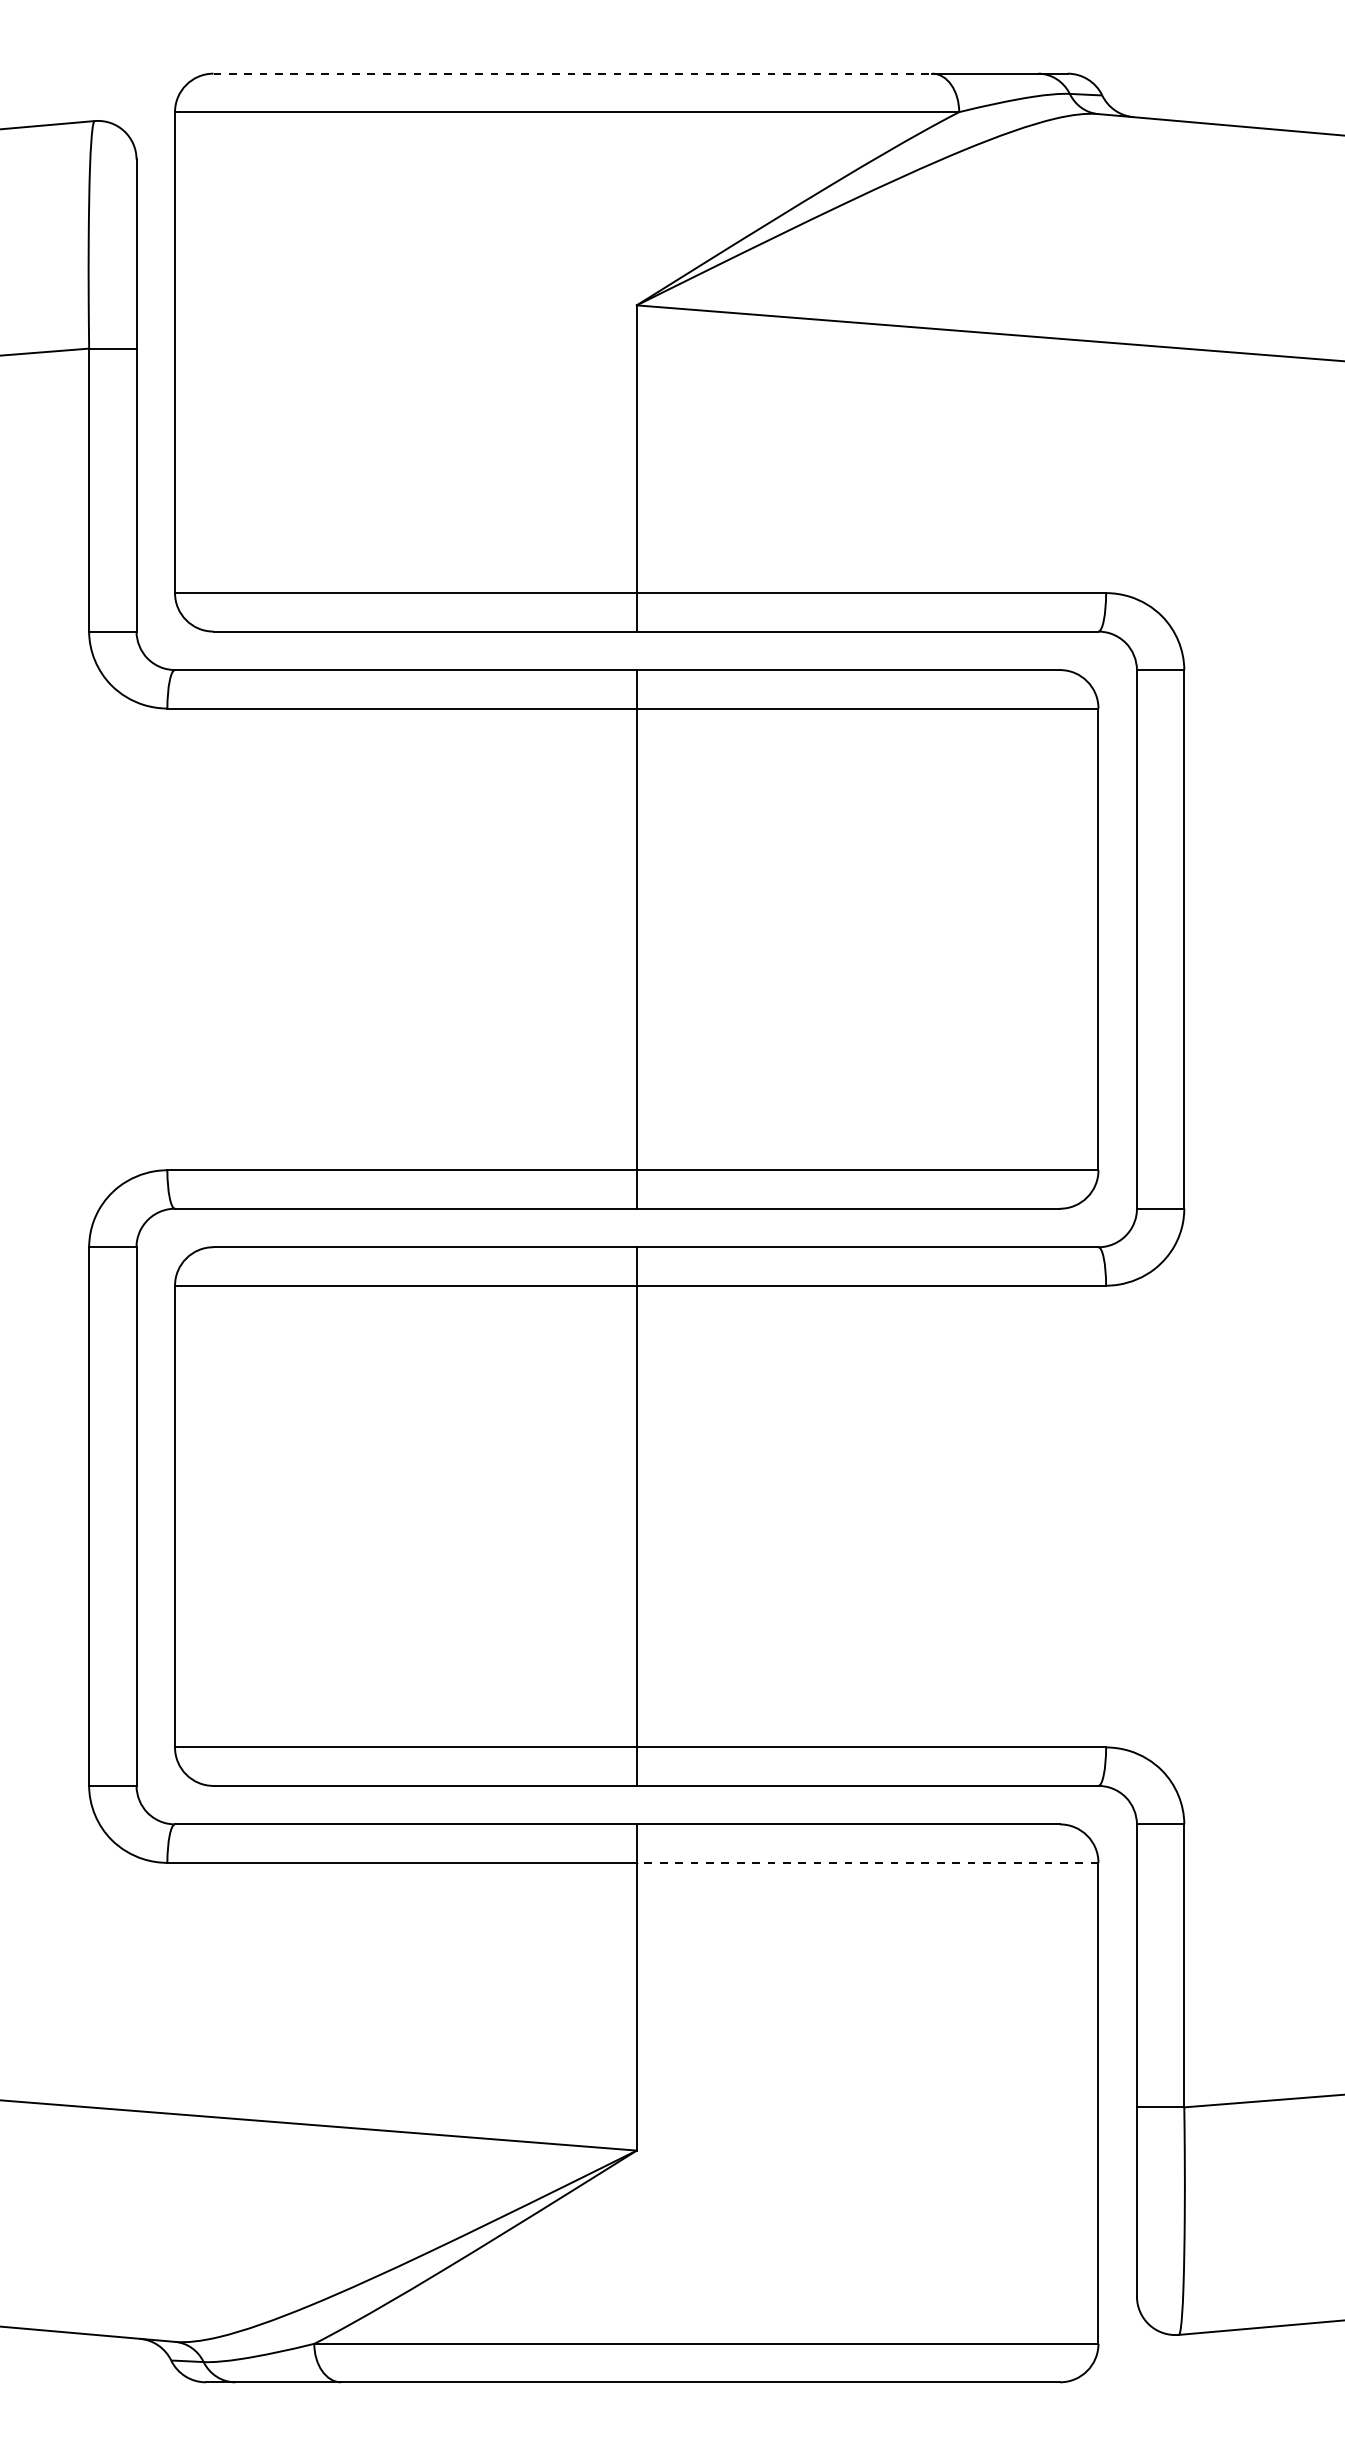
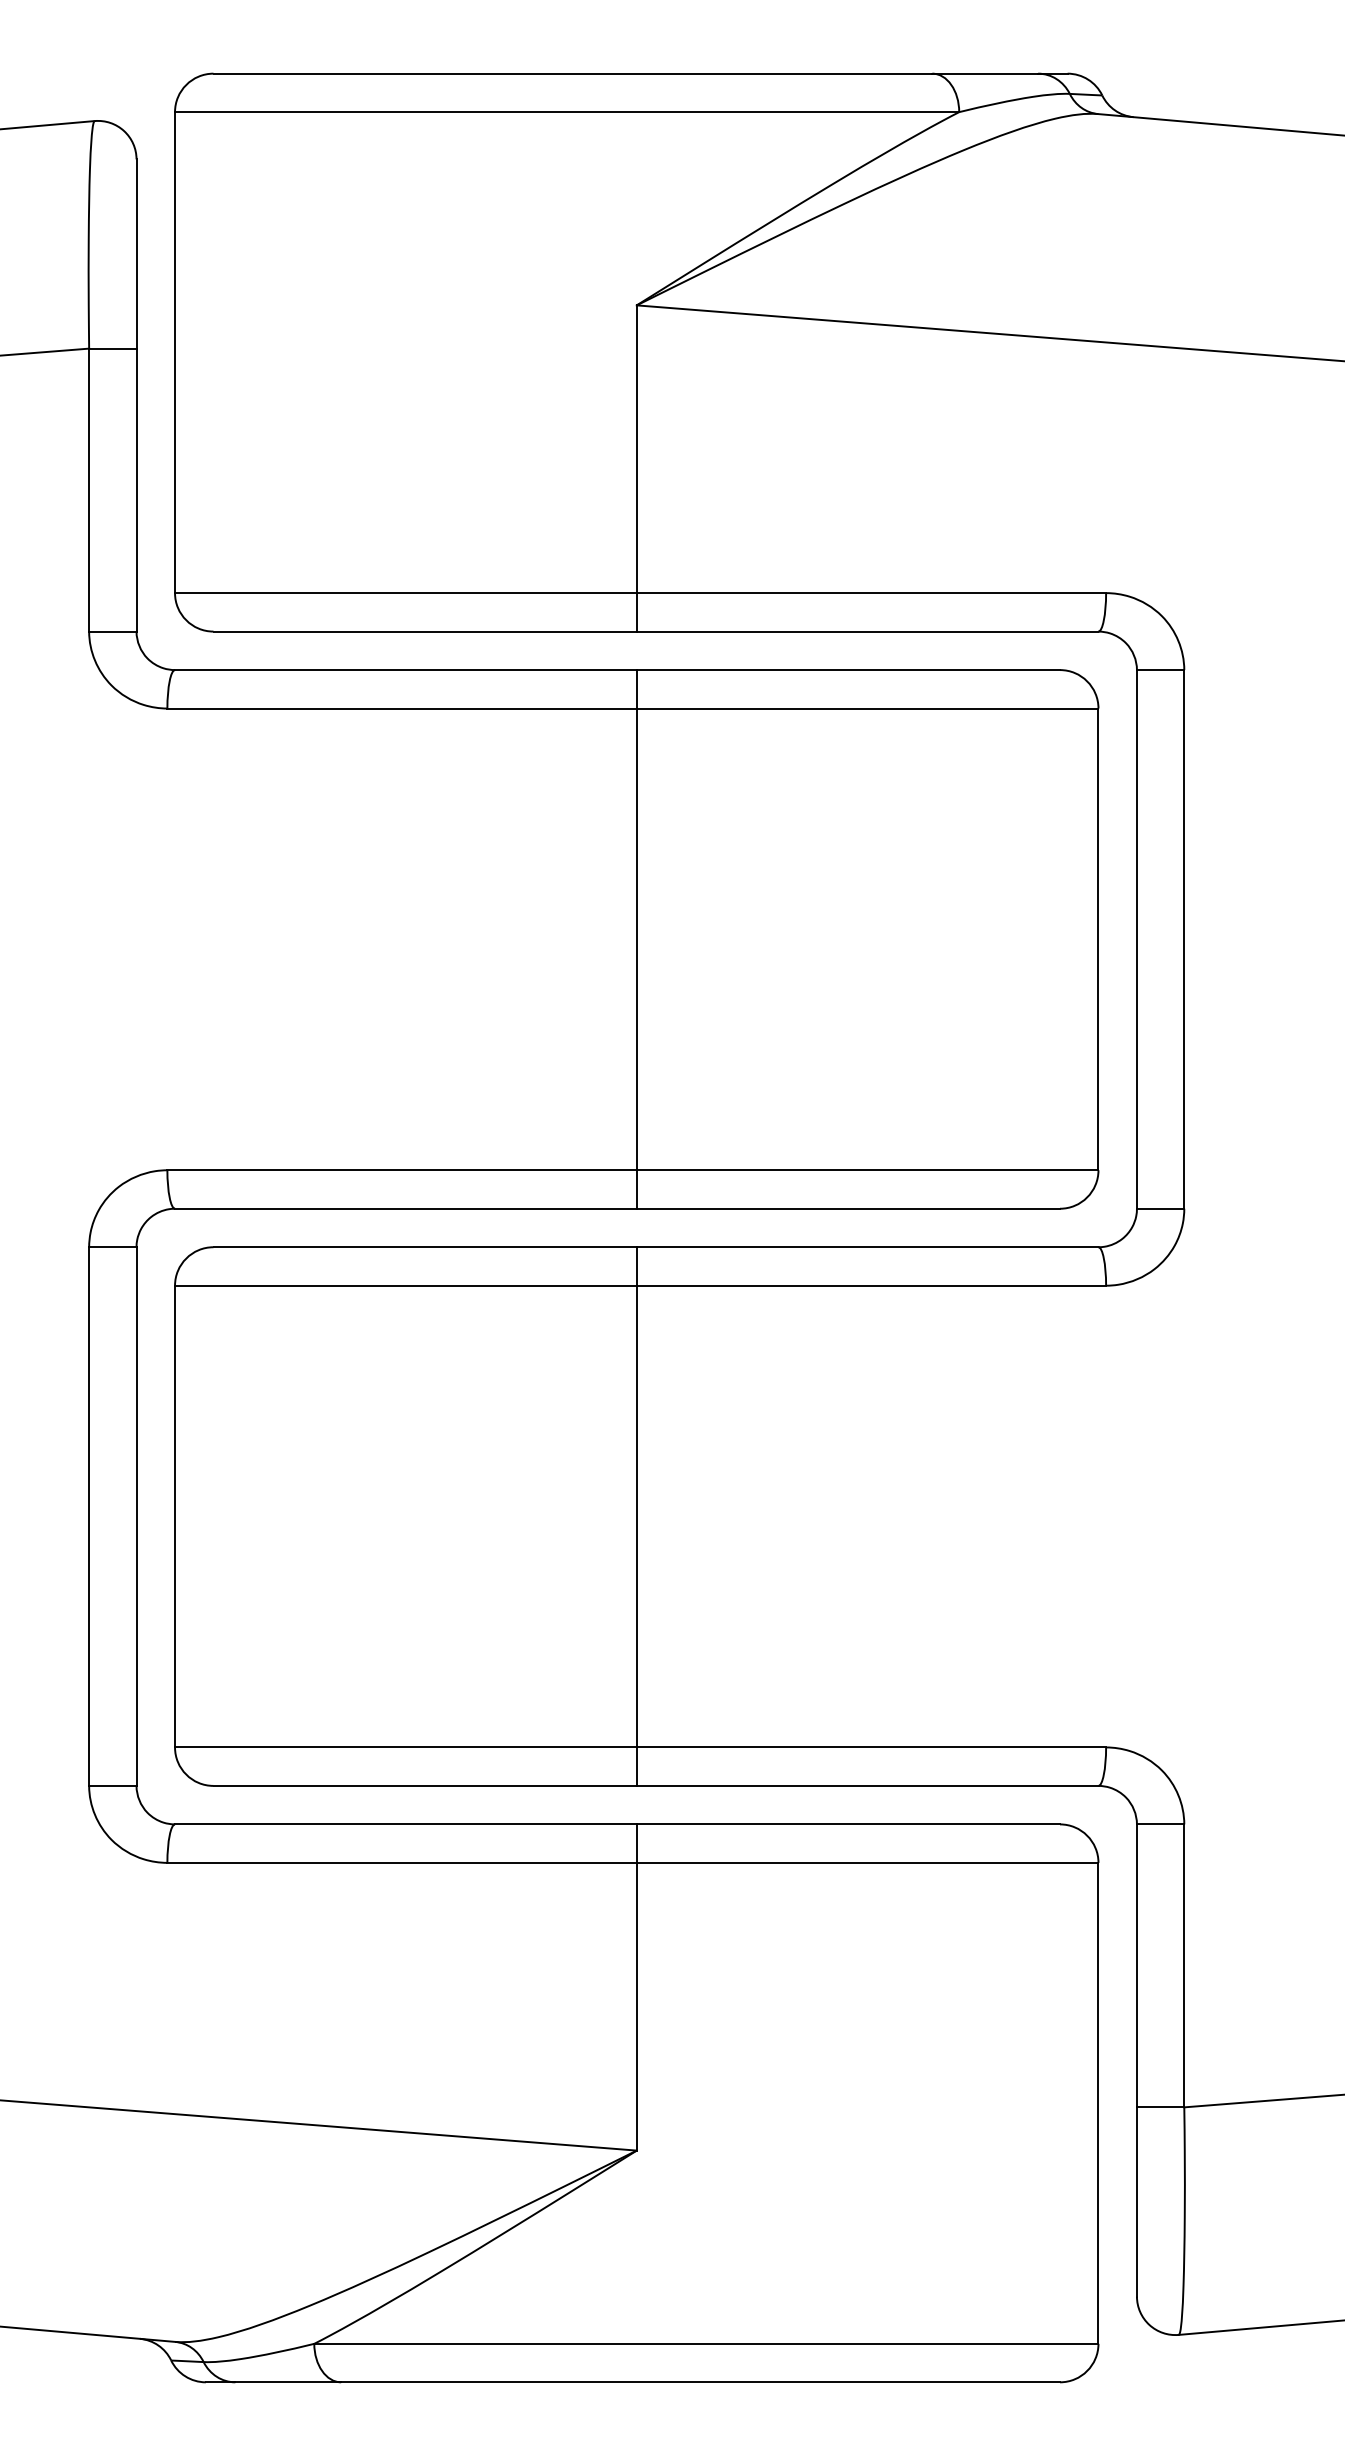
line at (573, 73): dashed -> solid
line at (867, 1862): dashed -> solid
